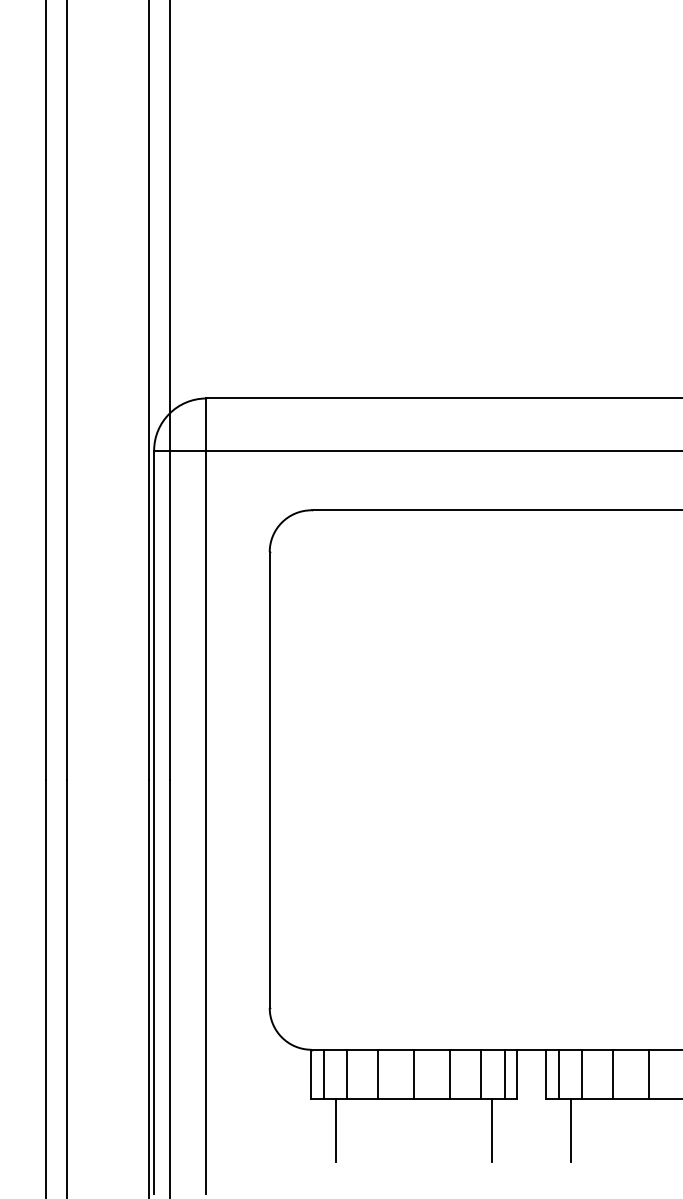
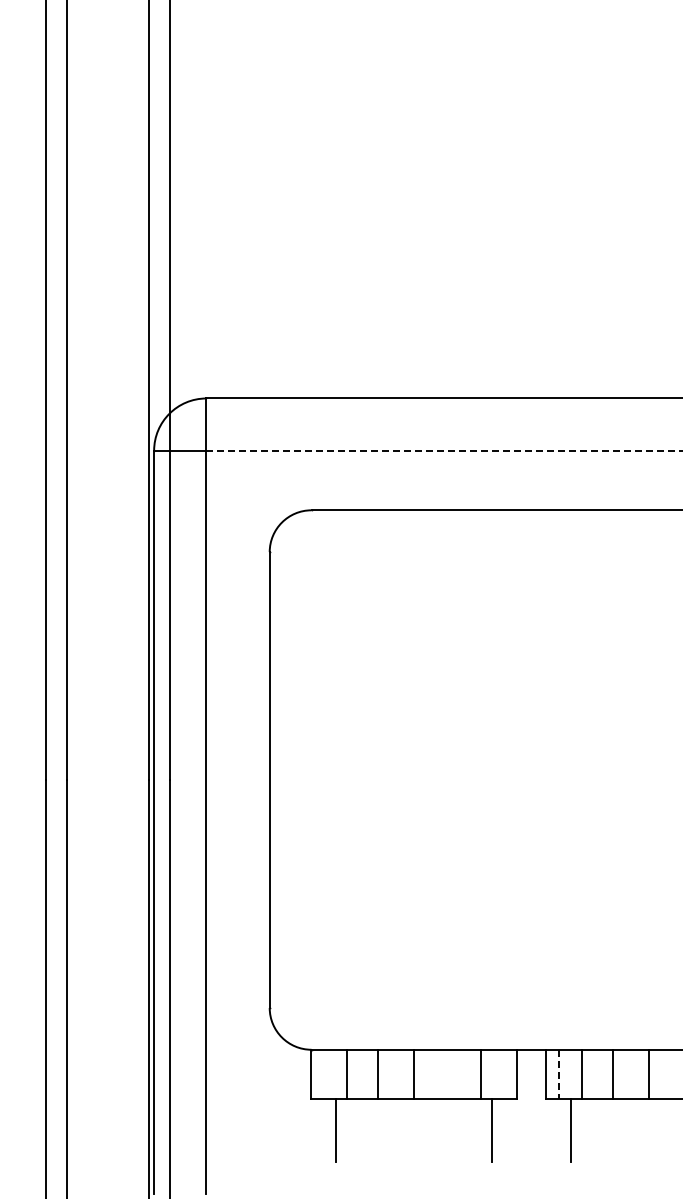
line at (444, 450): solid -> dashed
line at (323, 1074): present -> none
line at (449, 1074): present -> none
line at (504, 1074): present -> none
line at (558, 1074): solid -> dashed
